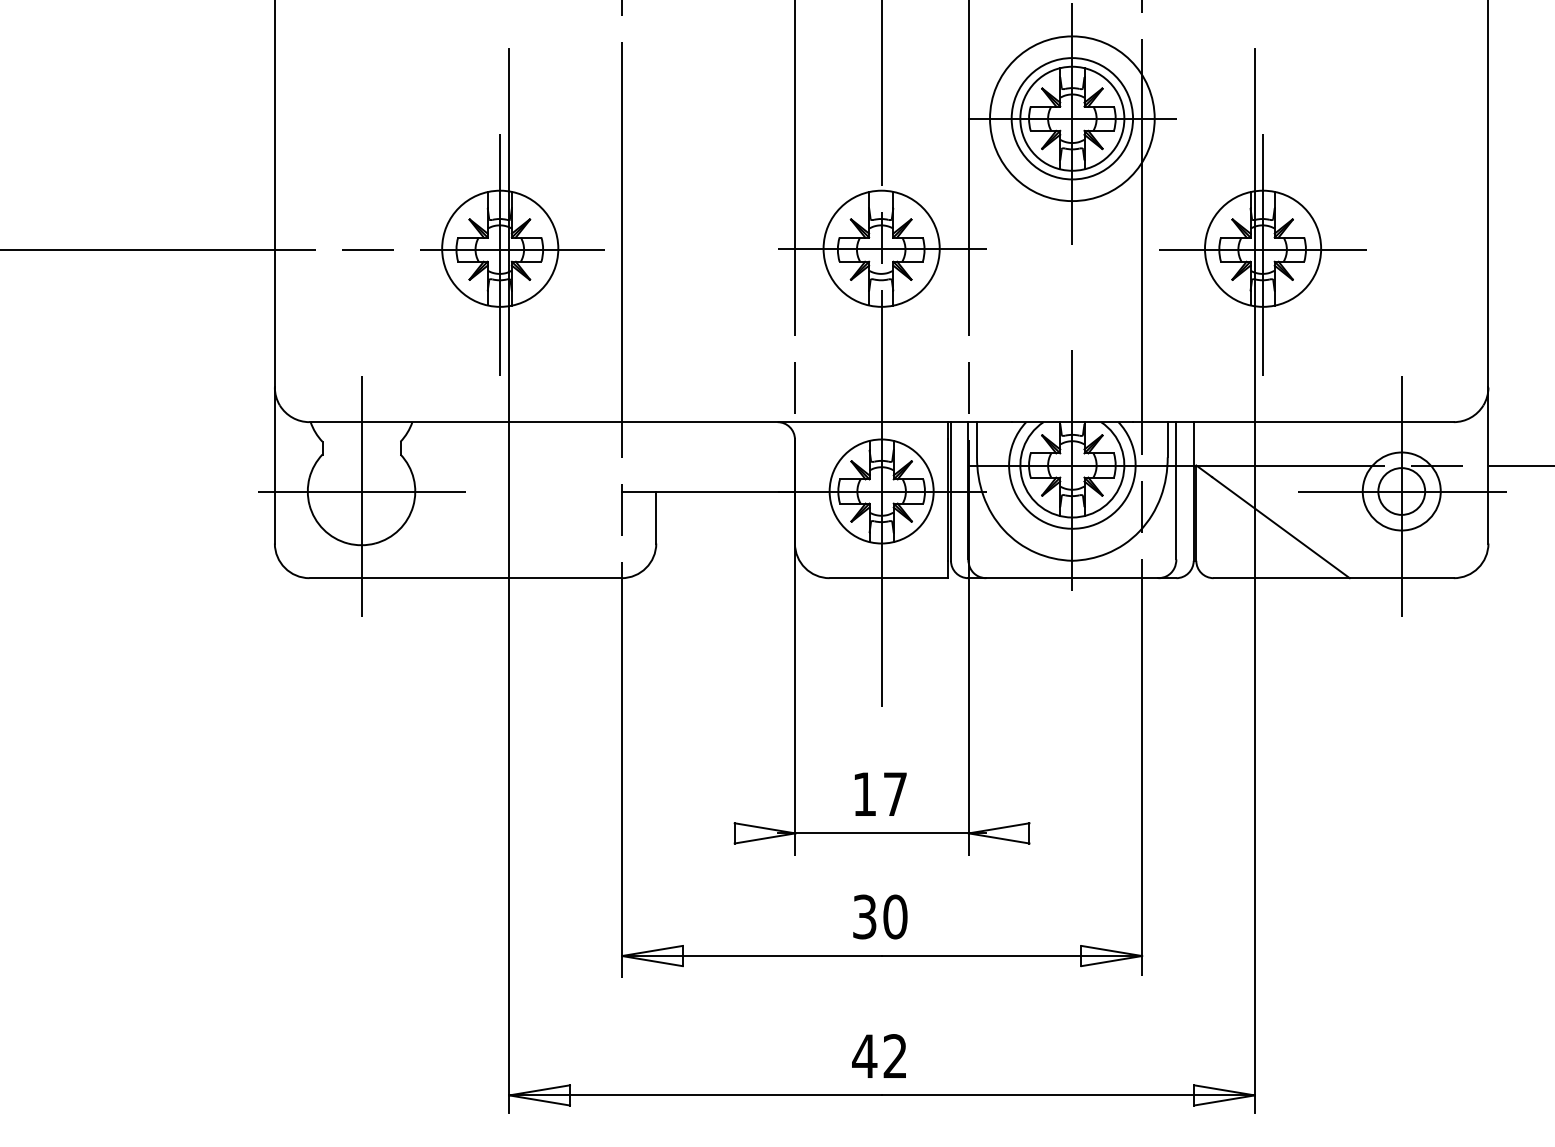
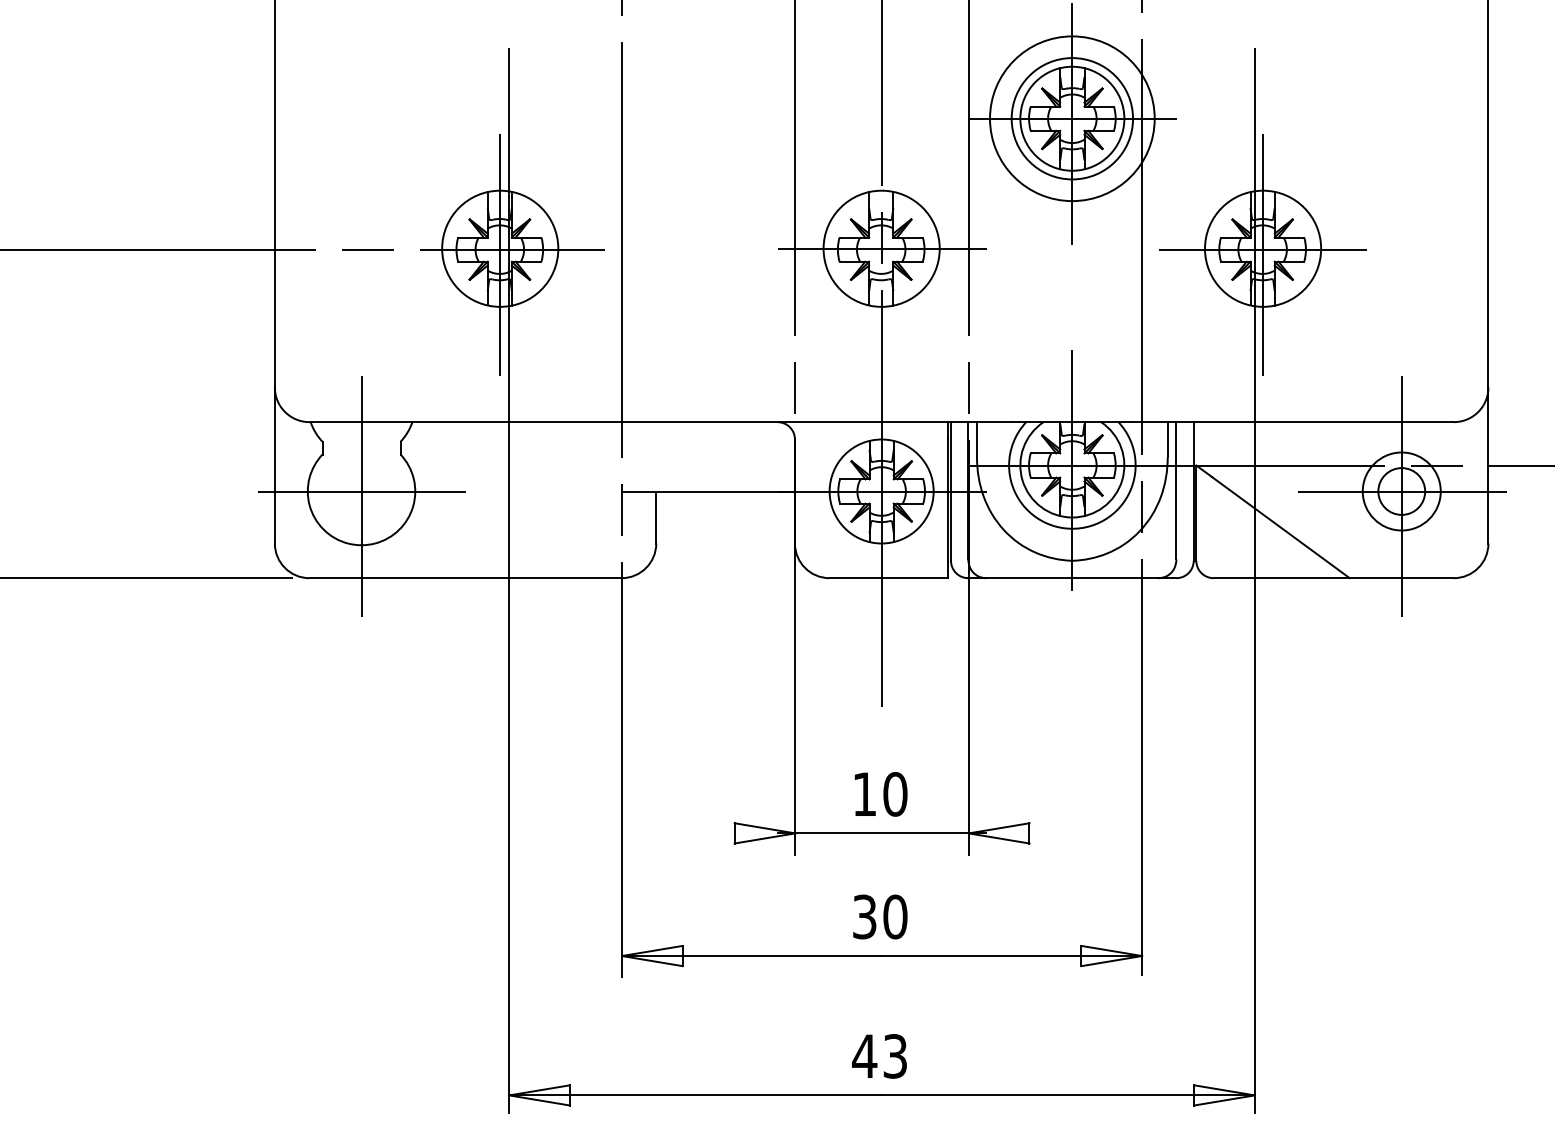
line at (147, 578): none -> present
text at (895, 794): 17 -> 10
text at (894, 1056): 42 -> 43
